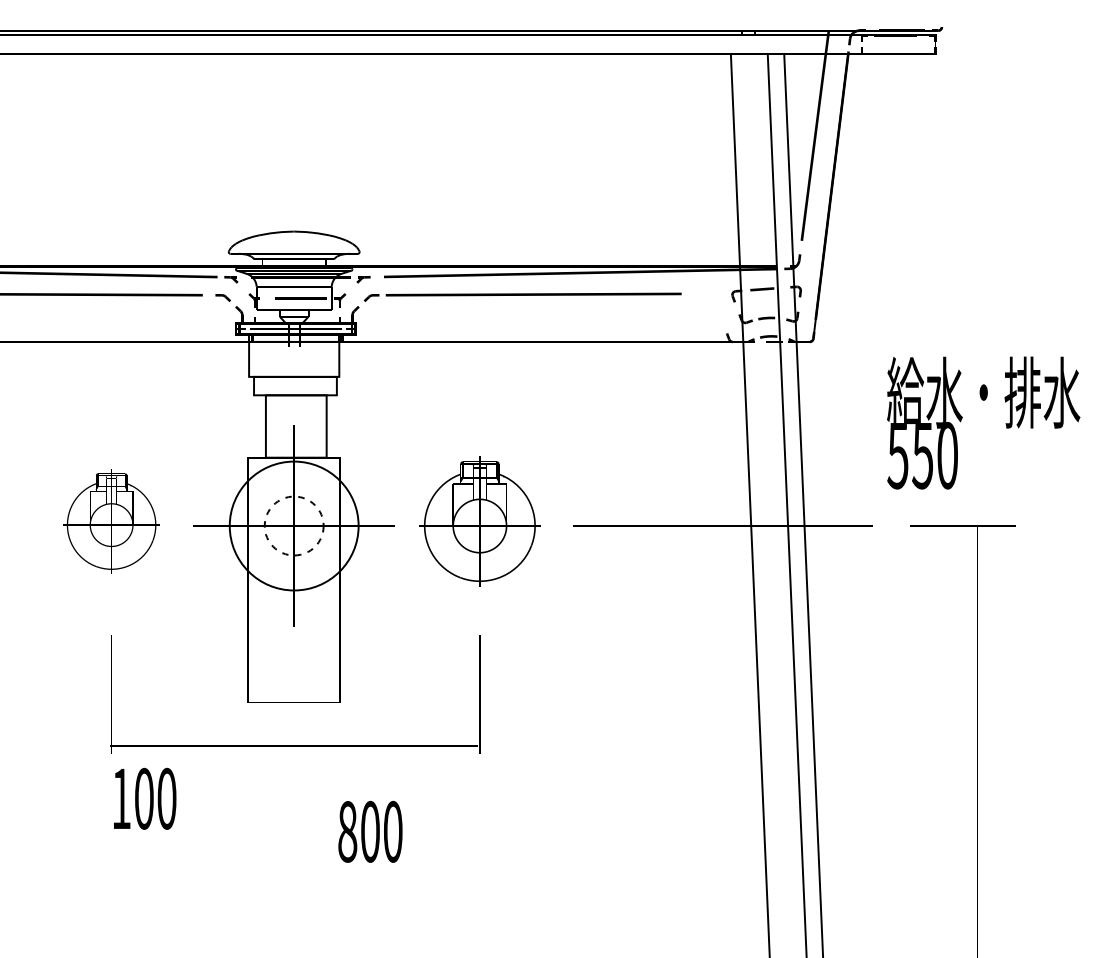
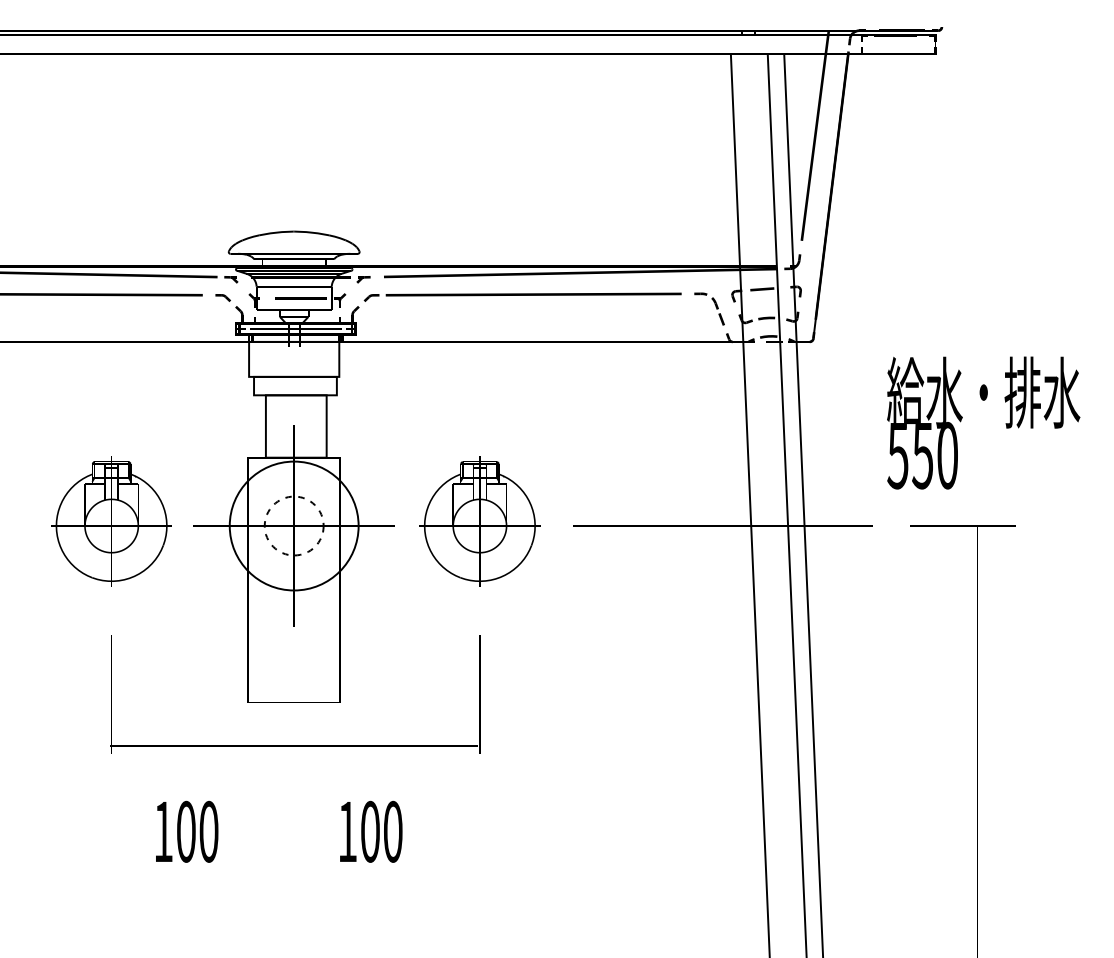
part at (715, 307): none -> present
part at (111, 521) size: 97x105 px -> 121x131 px
text at (145, 798) position: (145, 798) -> (187, 831)
text at (347, 831): 800 -> 100
